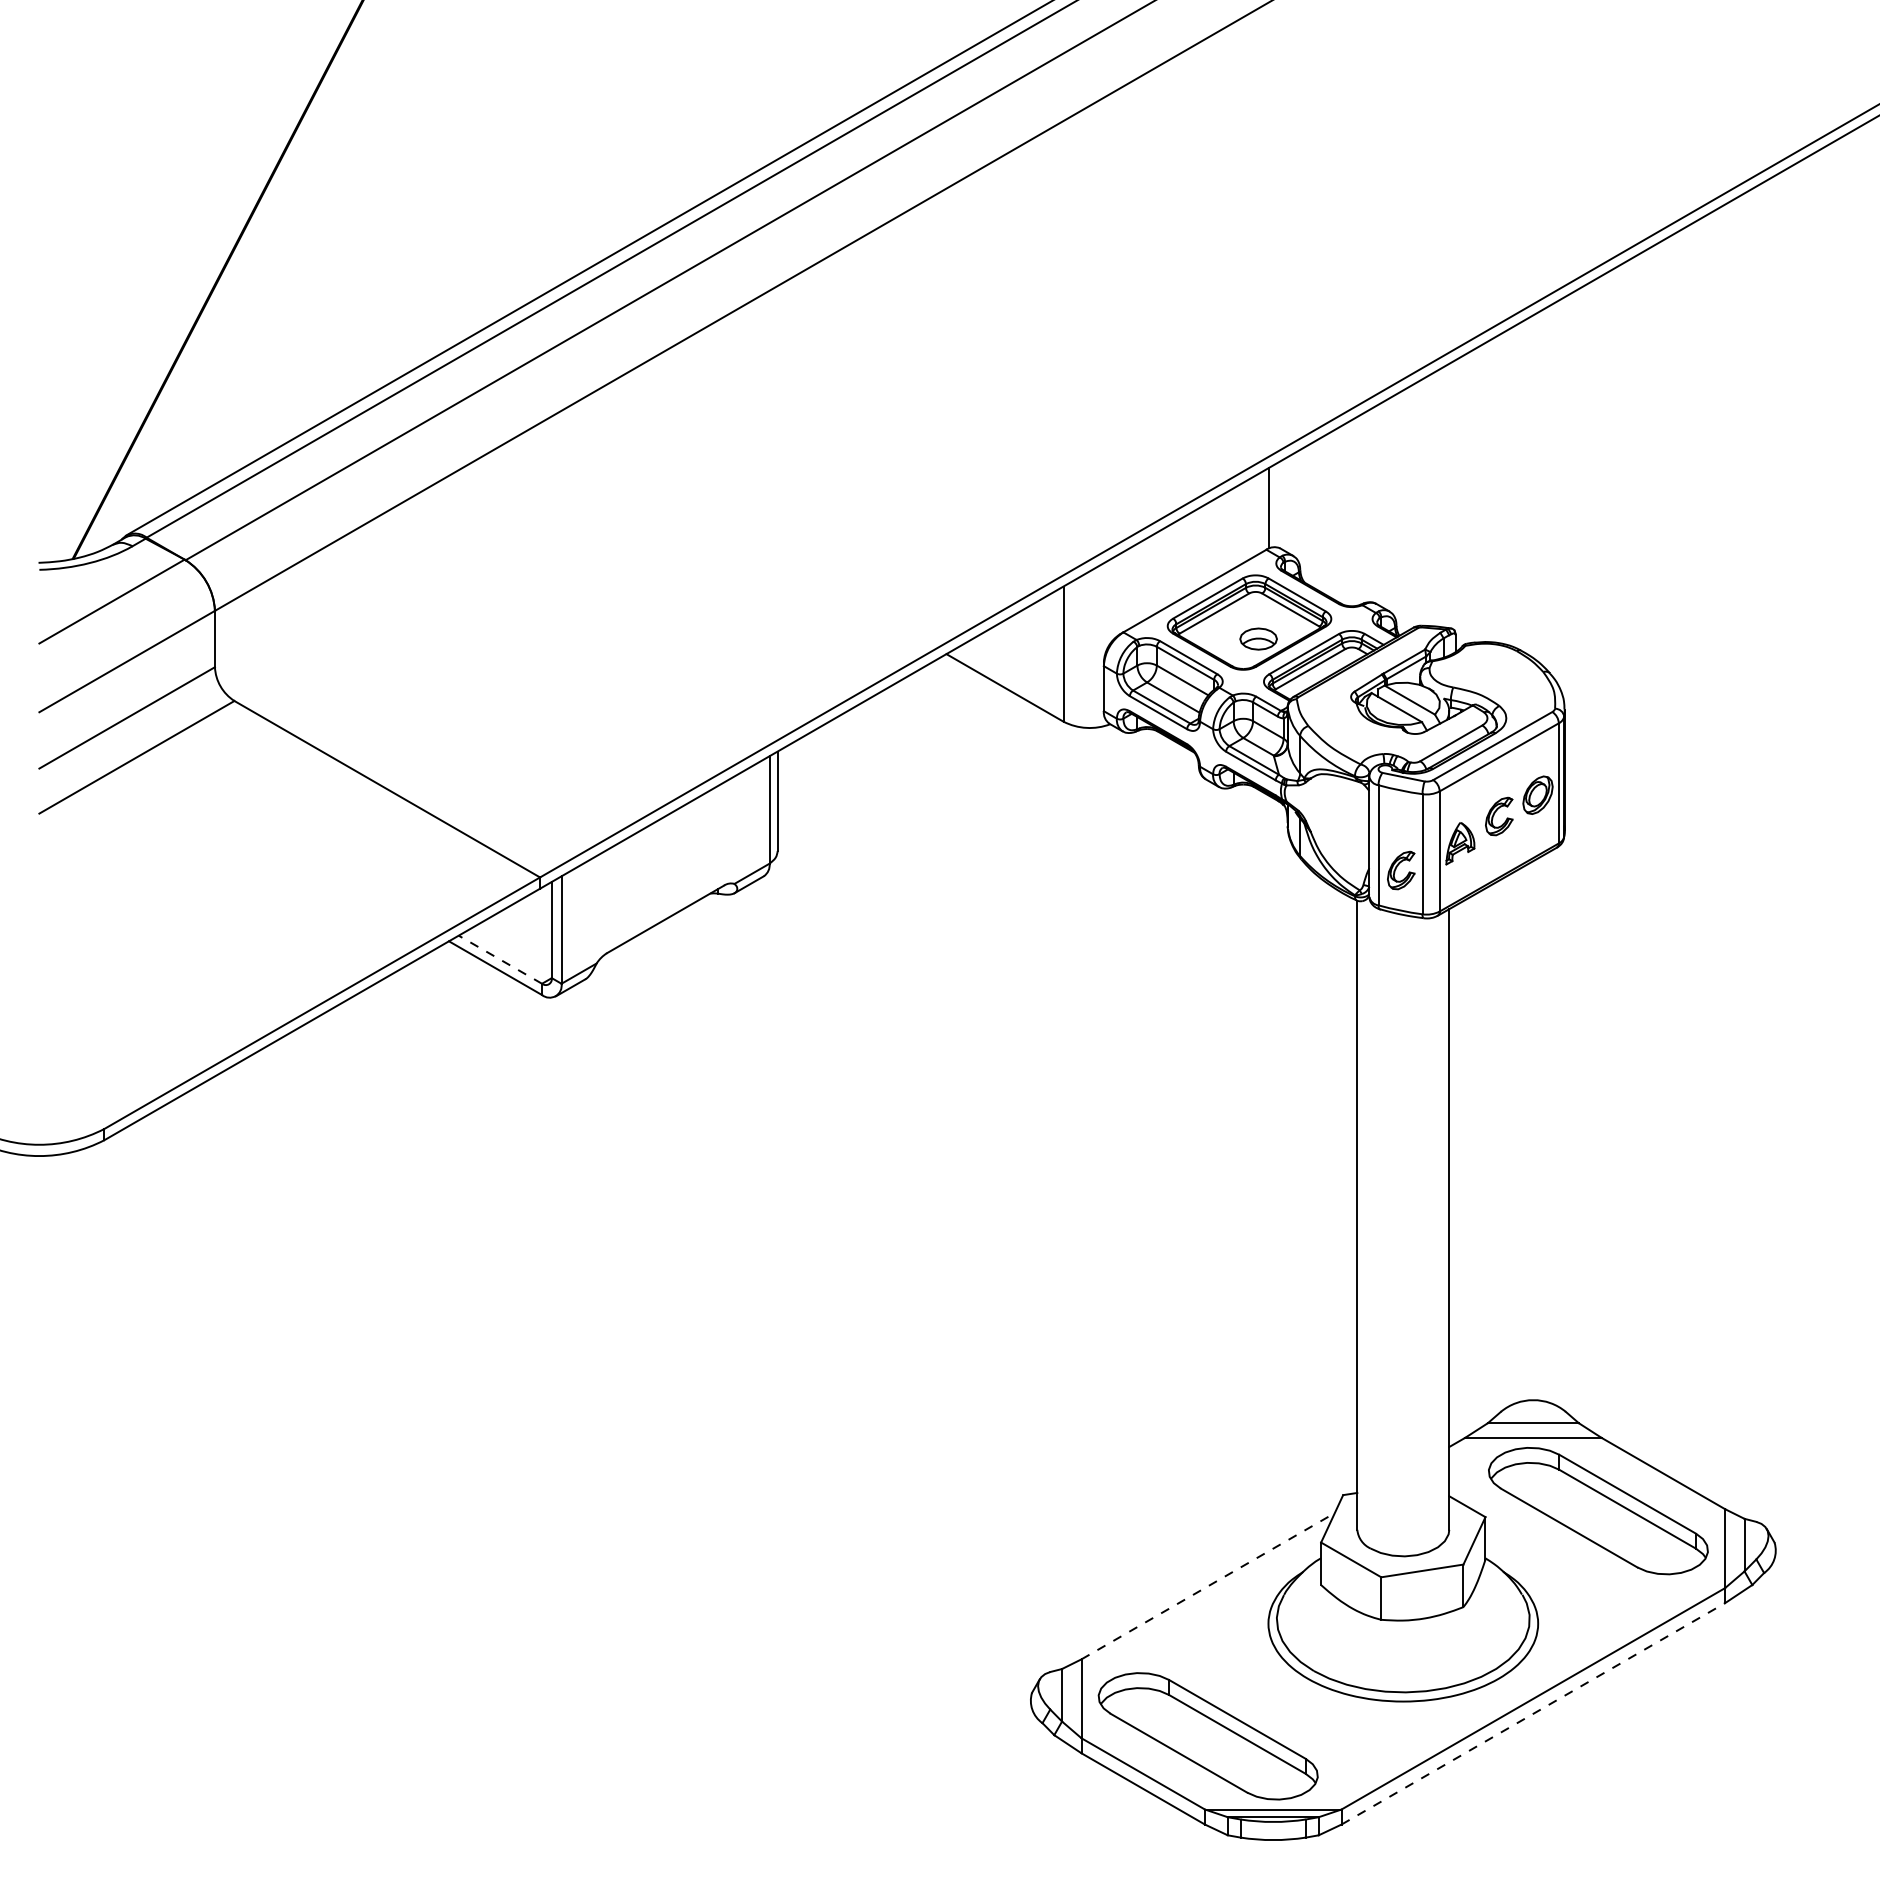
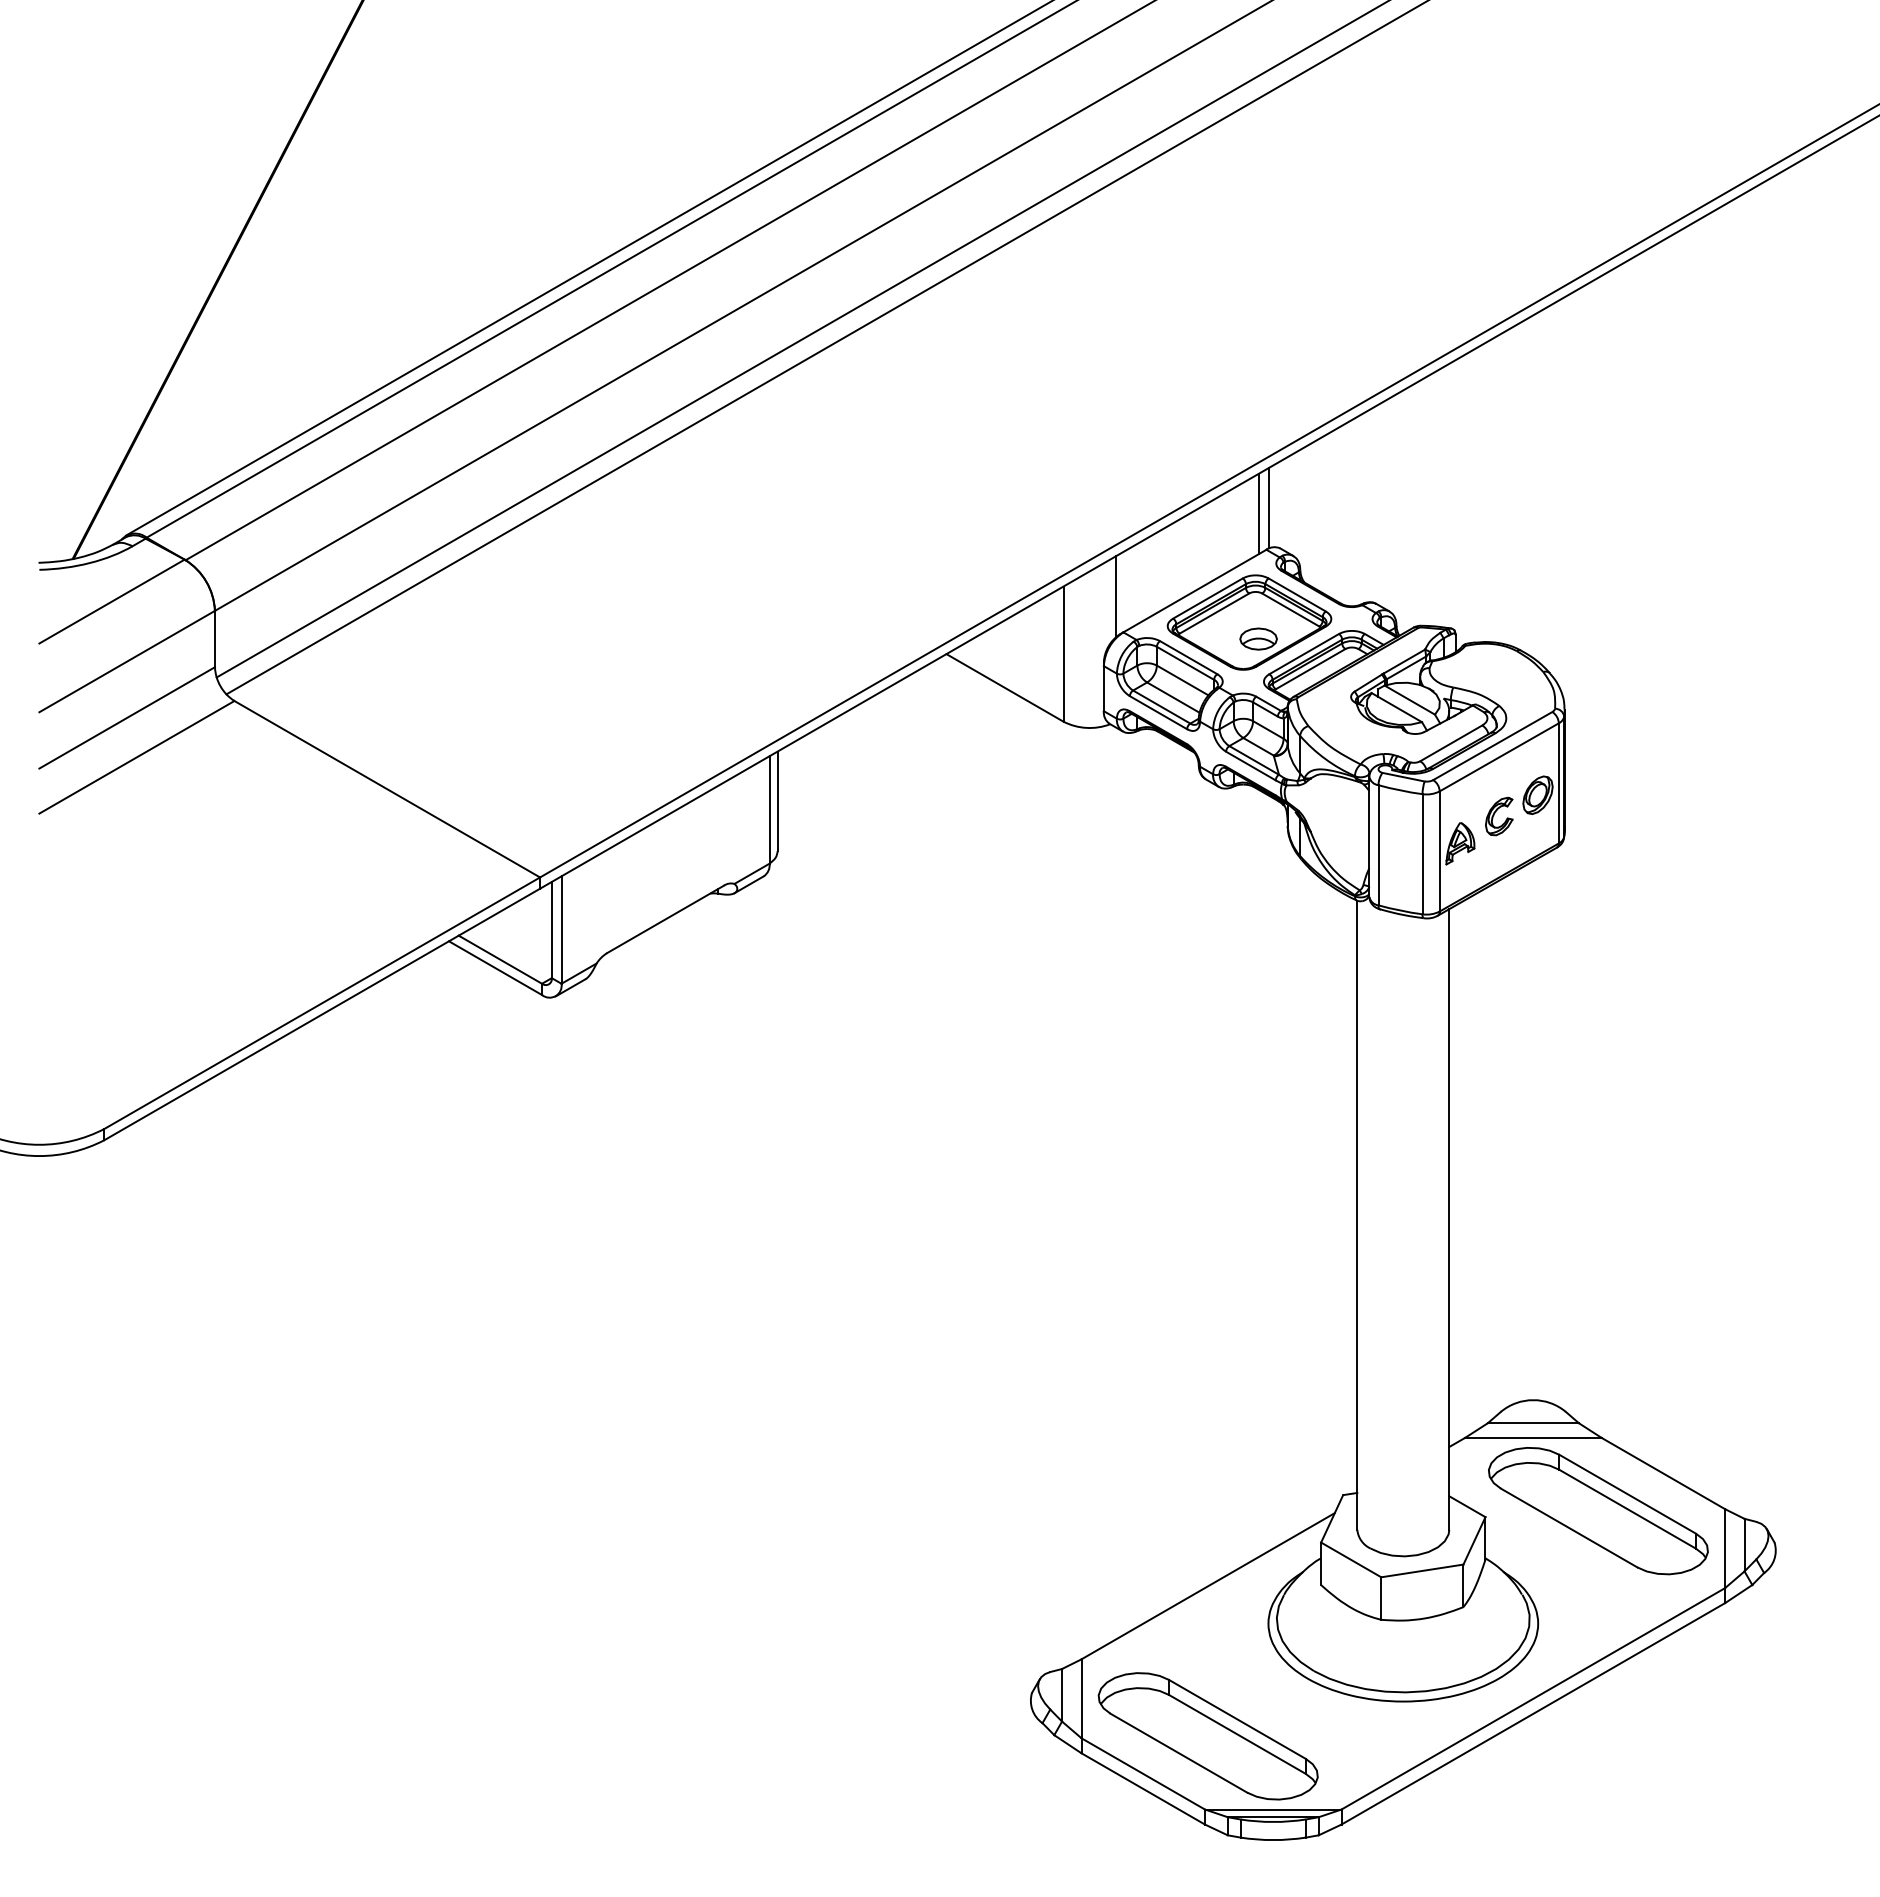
line at (801, 339): none -> present
line at (825, 348): none -> present
line at (1258, 513): none -> present
line at (1115, 596): none -> present
part at (1401, 870): present -> none
line at (499, 959): dashed -> solid
line at (1208, 1585): dashed -> solid
line at (1533, 1713): dashed -> solid
